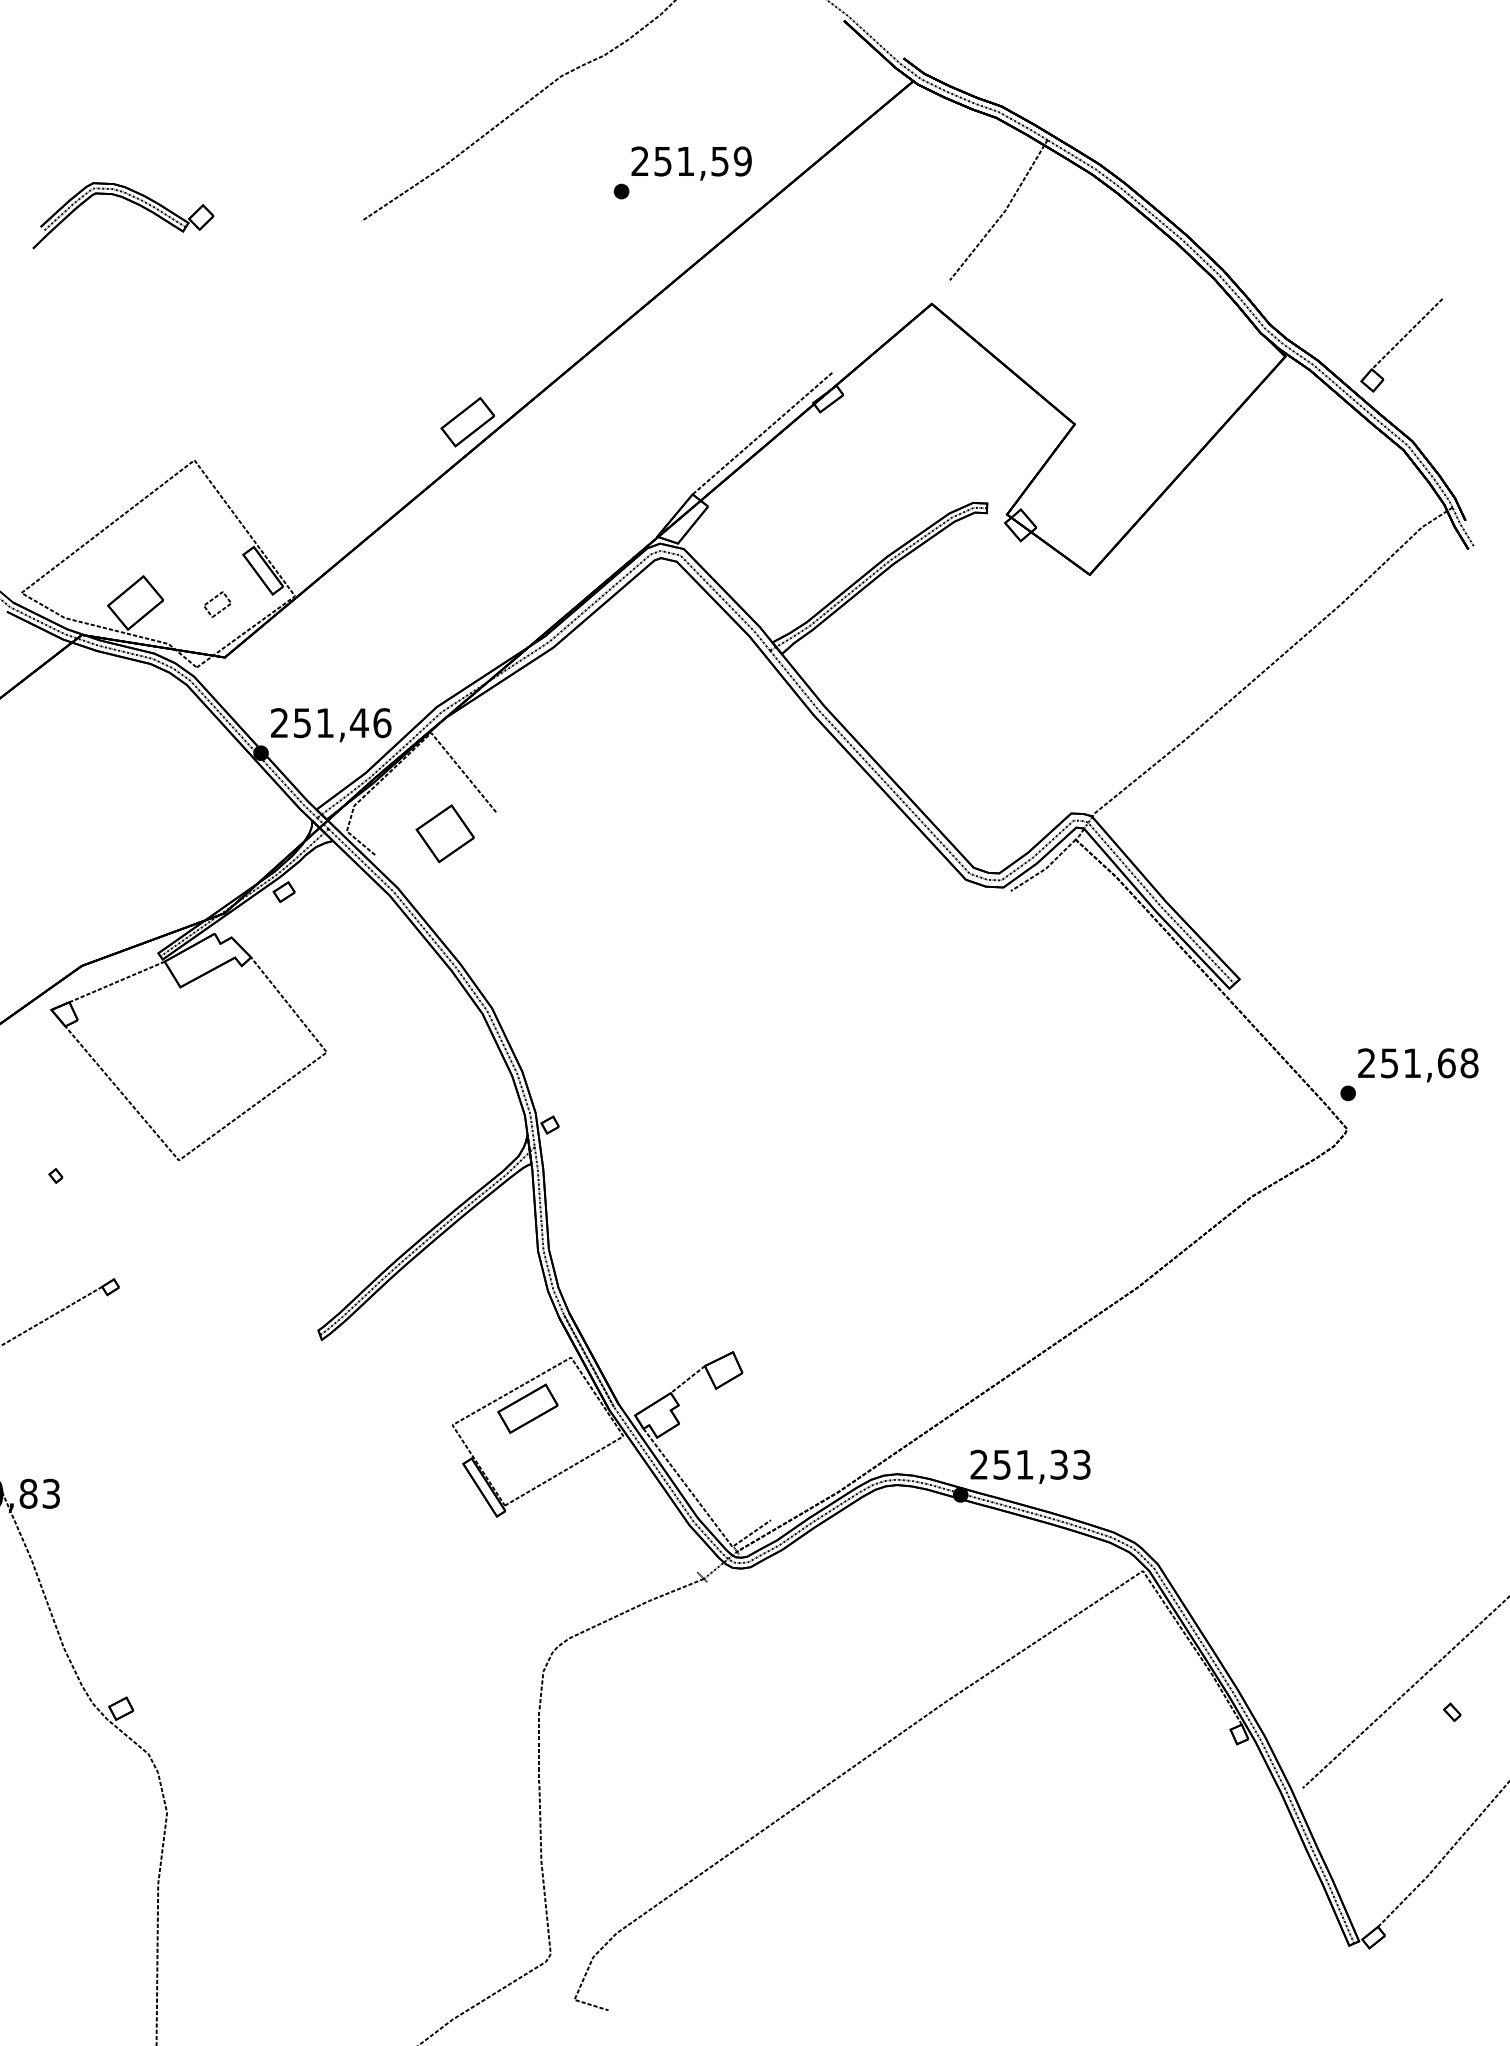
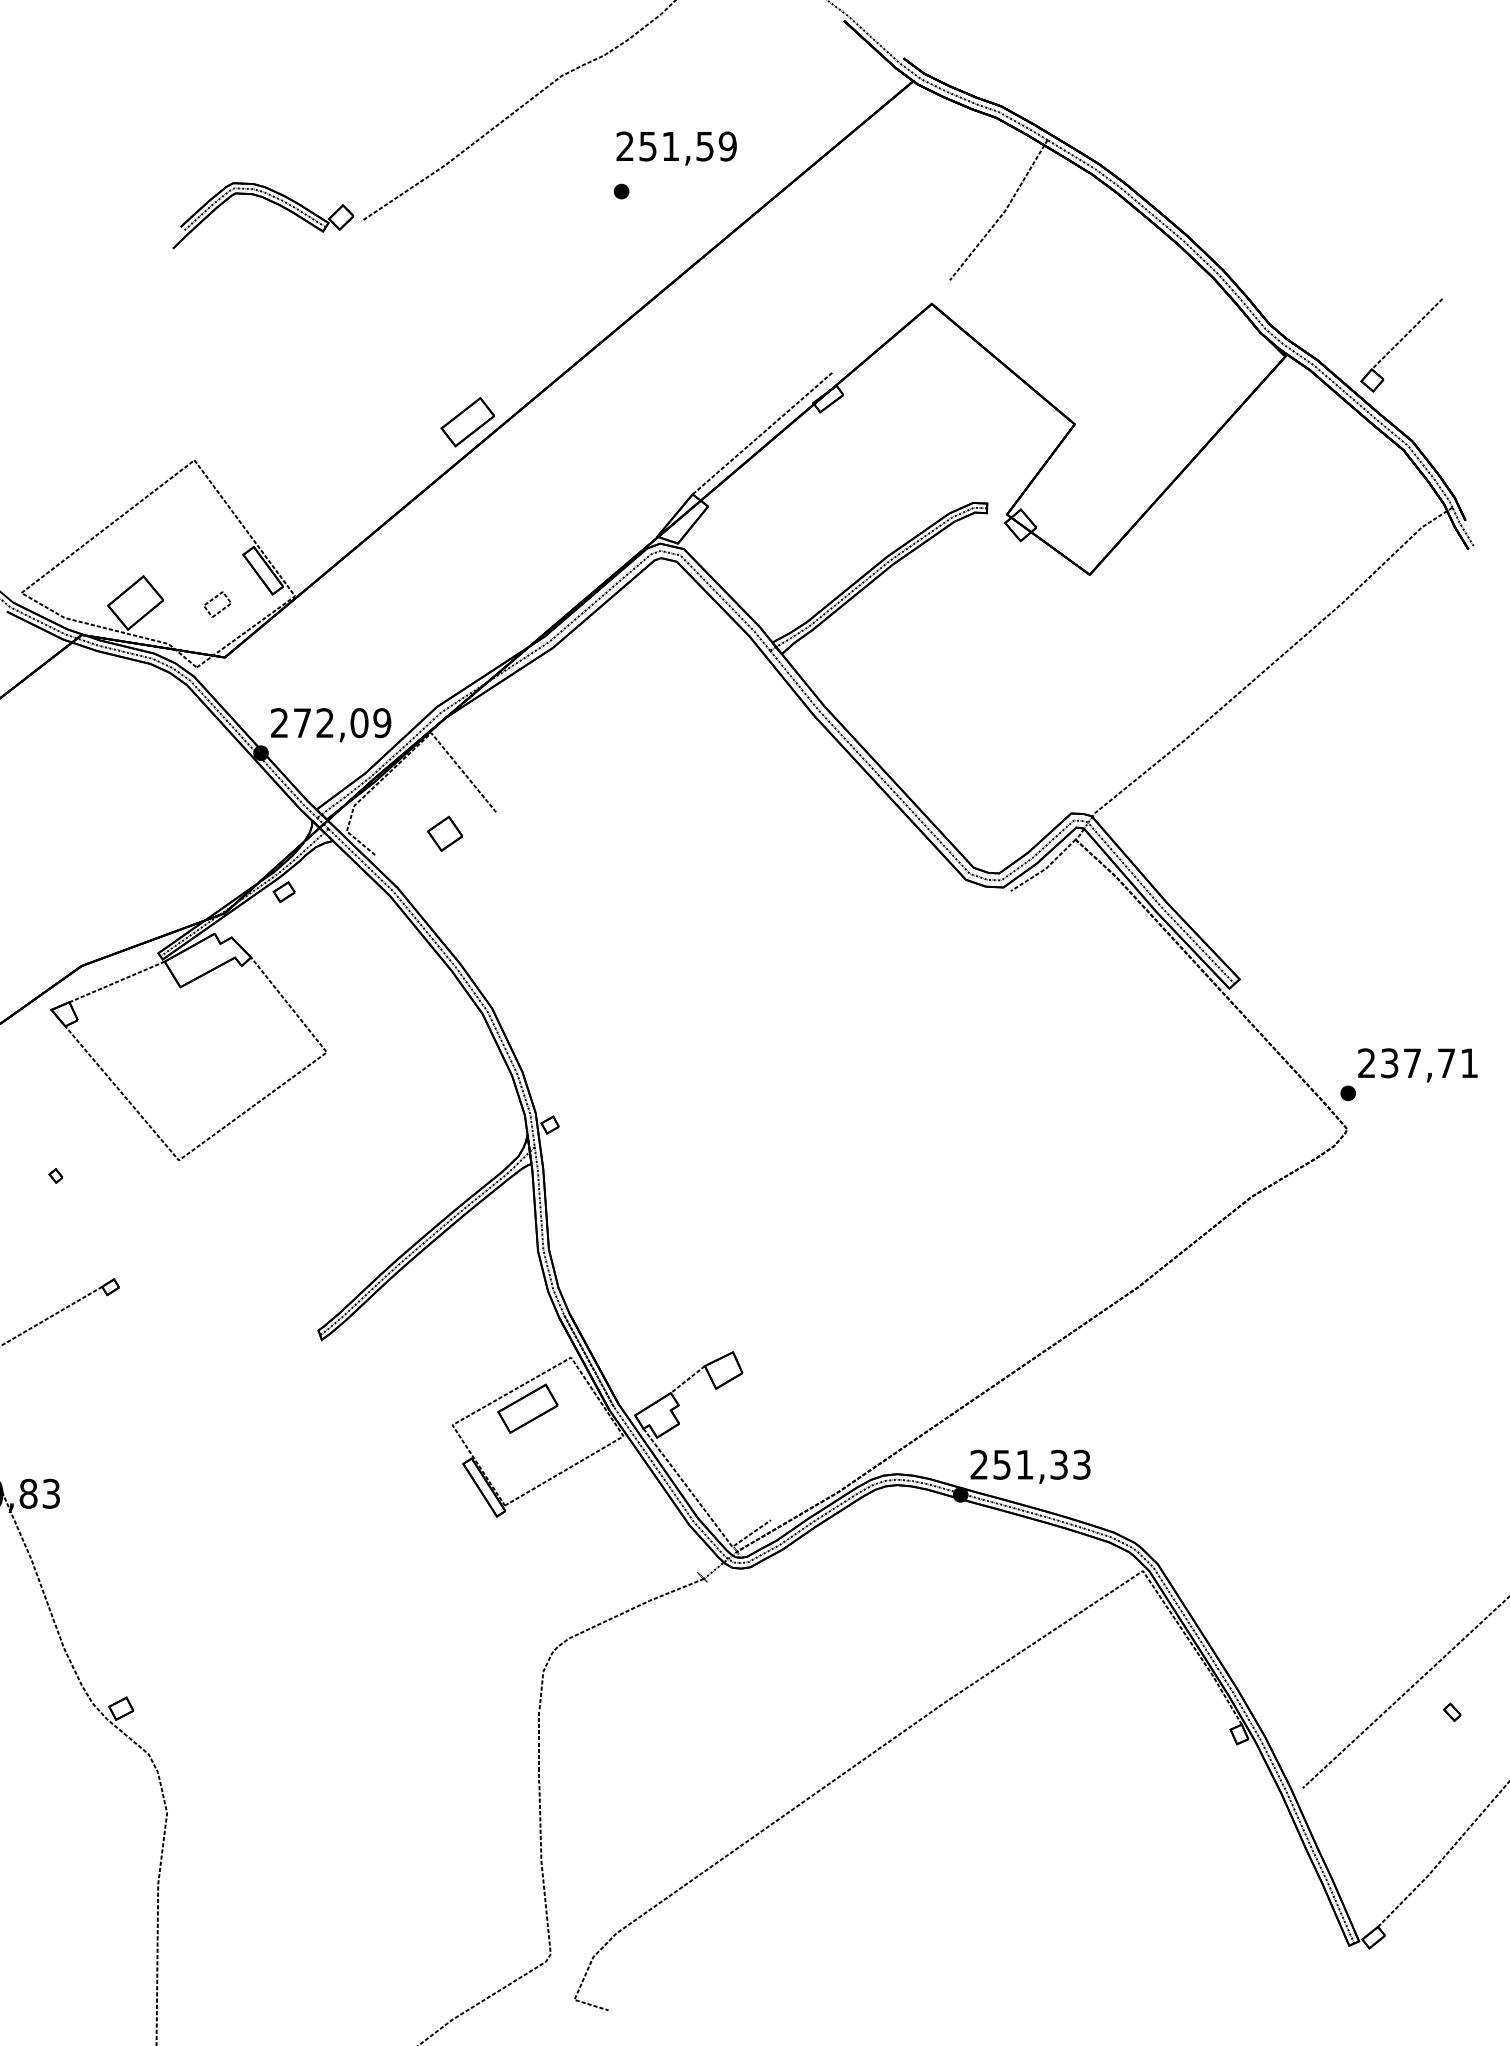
text at (691, 163) position: (691, 163) -> (676, 148)
part at (129, 201) position: (129, 201) -> (269, 201)
text at (342, 723): 251,46 -> 272,09
part at (444, 833) size: 60x60 px -> 38x37 px
text at (1429, 1063): 251,68 -> 237,71
